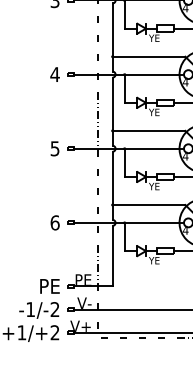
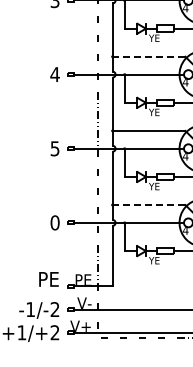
line at (148, 56): solid -> dashed
line at (148, 205): solid -> dashed
text at (54, 222): 6 -> 0
text at (49, 286) position: (49, 286) -> (48, 279)
